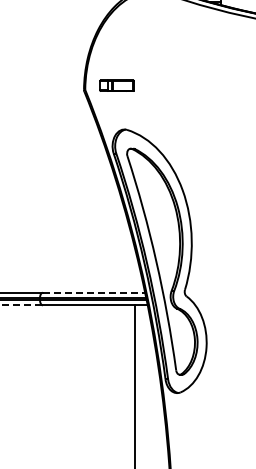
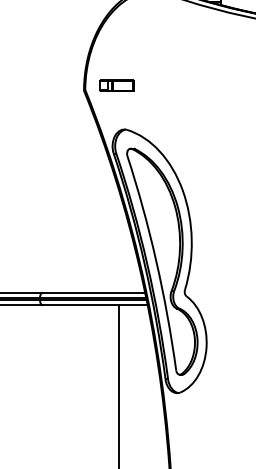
line at (94, 292): dashed -> solid
line at (21, 305): dashed -> solid
line at (135, 385) position: (135, 385) -> (119, 385)
